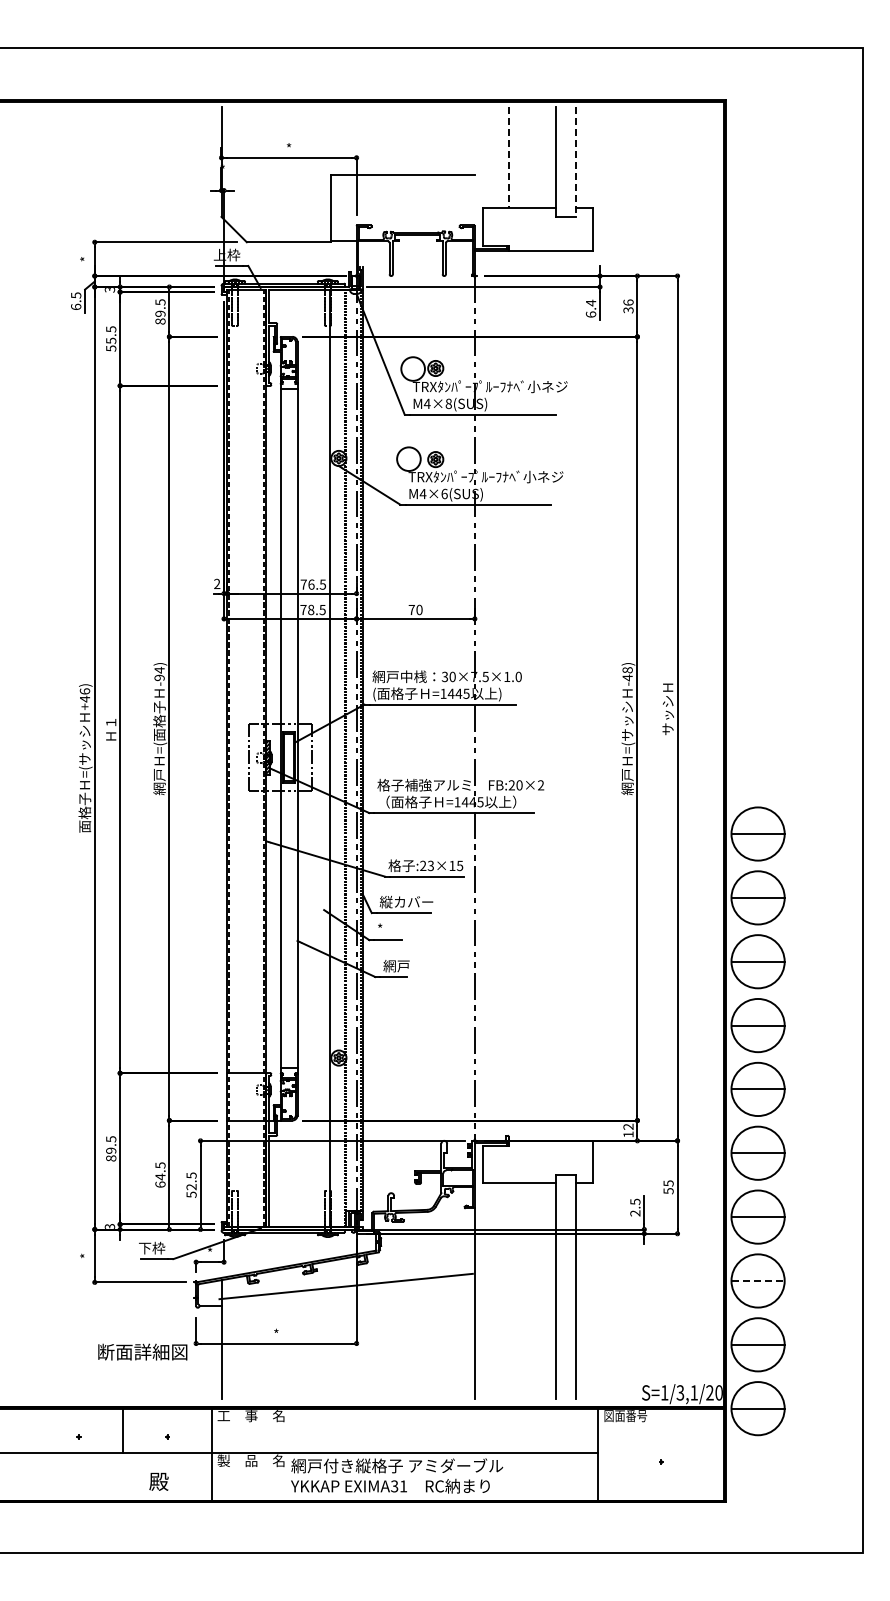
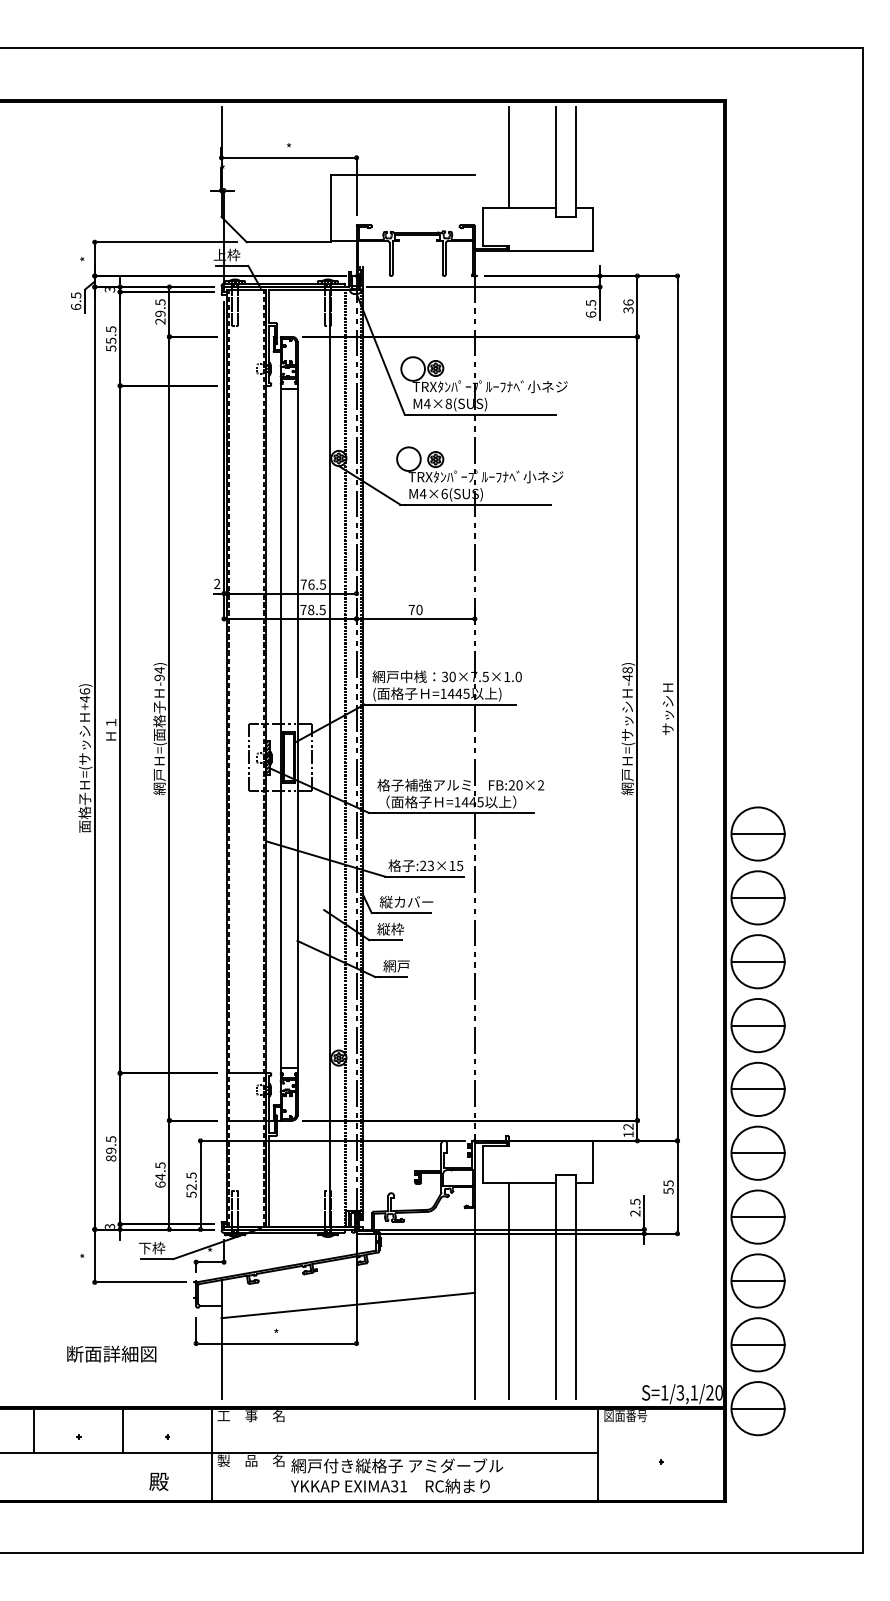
line at (508, 157): dashed -> solid
line at (576, 162): dashed -> solid
text at (591, 302): 6.4 -> 6.5
text at (160, 321): 89.5 -> 29.5
text at (390, 928): * -> 縦枠
line at (758, 1280): dashed -> solid
line at (345, 1286) position: (345, 1286) -> (347, 1305)
line at (508, 1291): none -> present
text at (142, 1351) position: (142, 1351) -> (111, 1353)
line at (34, 1430): none -> present
